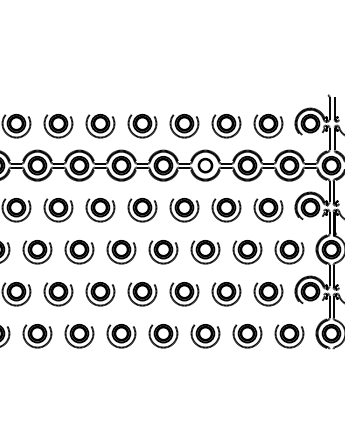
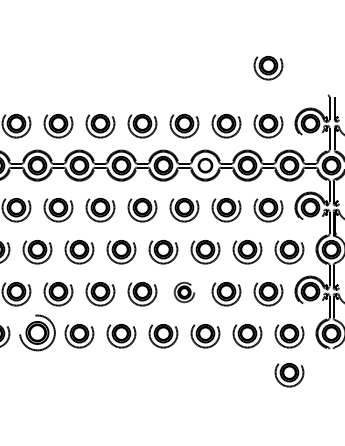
part at (268, 68): none -> present
part at (184, 294) size: 31x25 px -> 23x23 px
part at (37, 336) size: 31x25 px -> 37x38 px
part at (289, 375): none -> present
